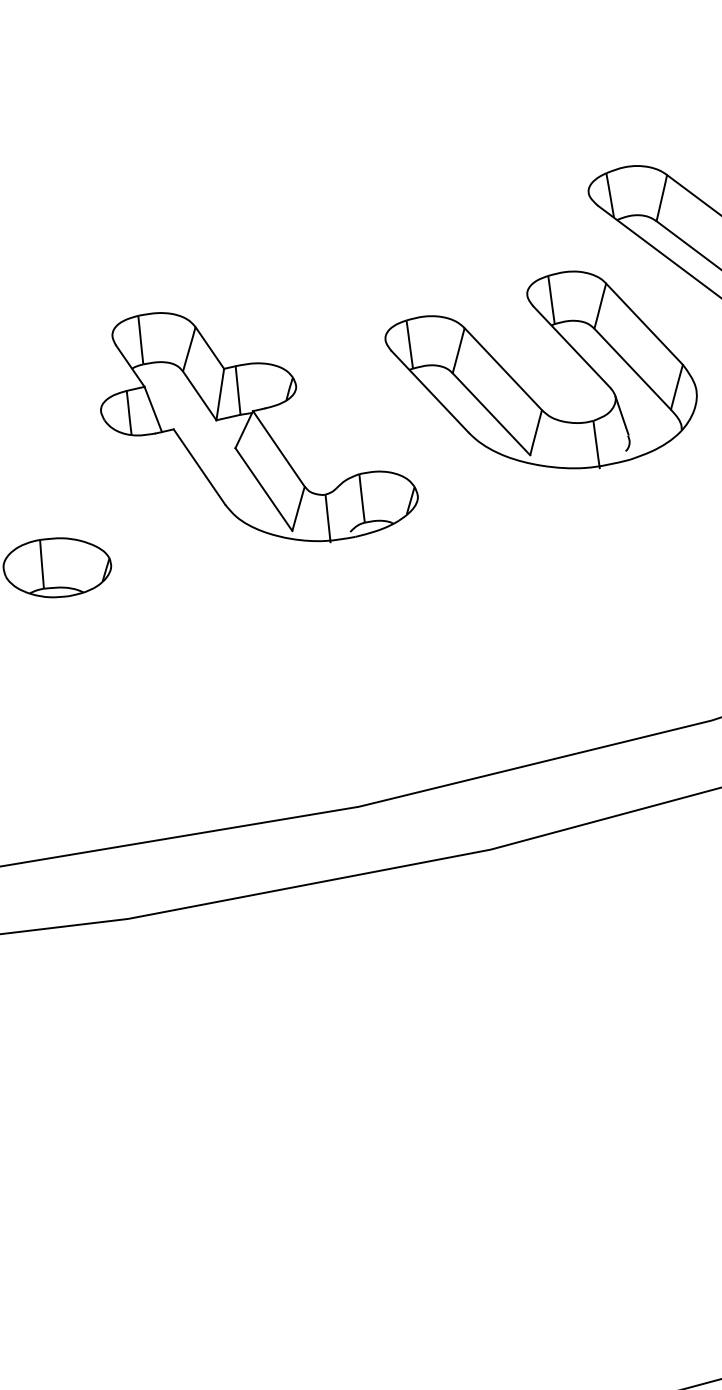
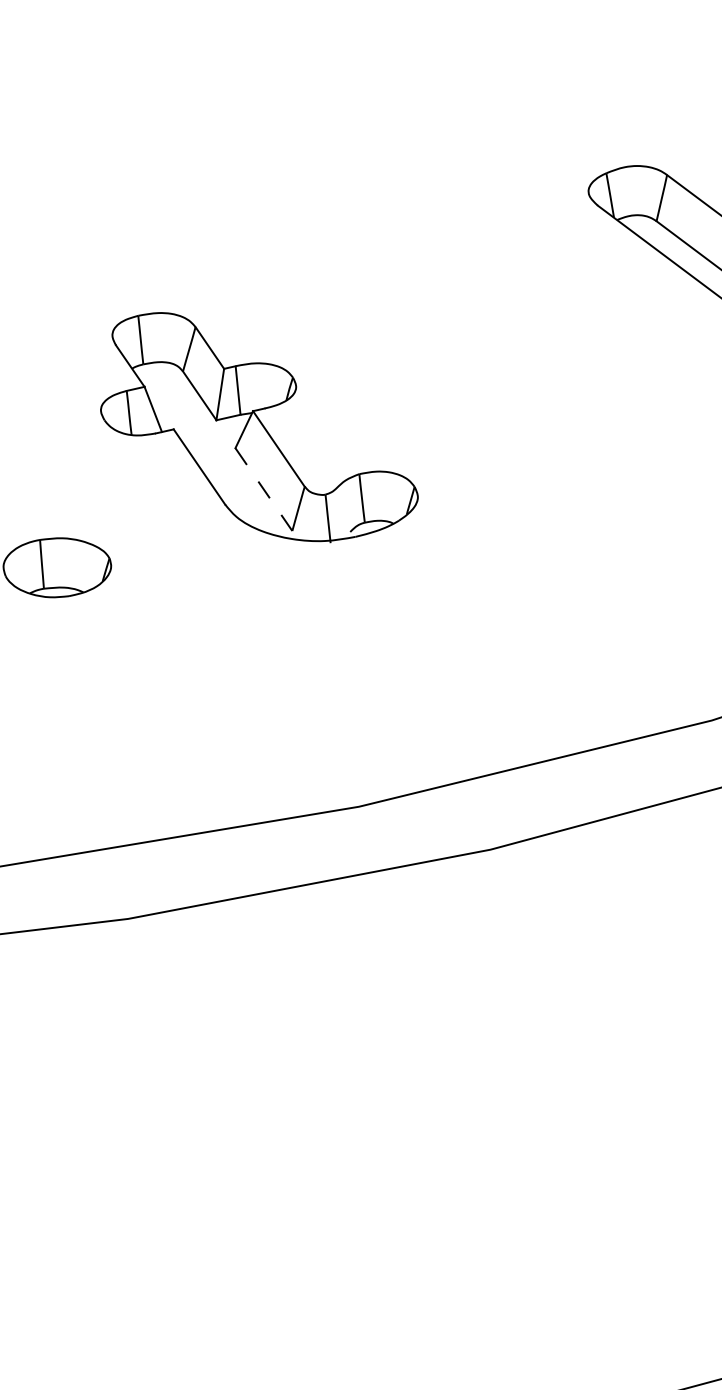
part at (521, 386): present -> none
line at (264, 490): solid -> dashed
